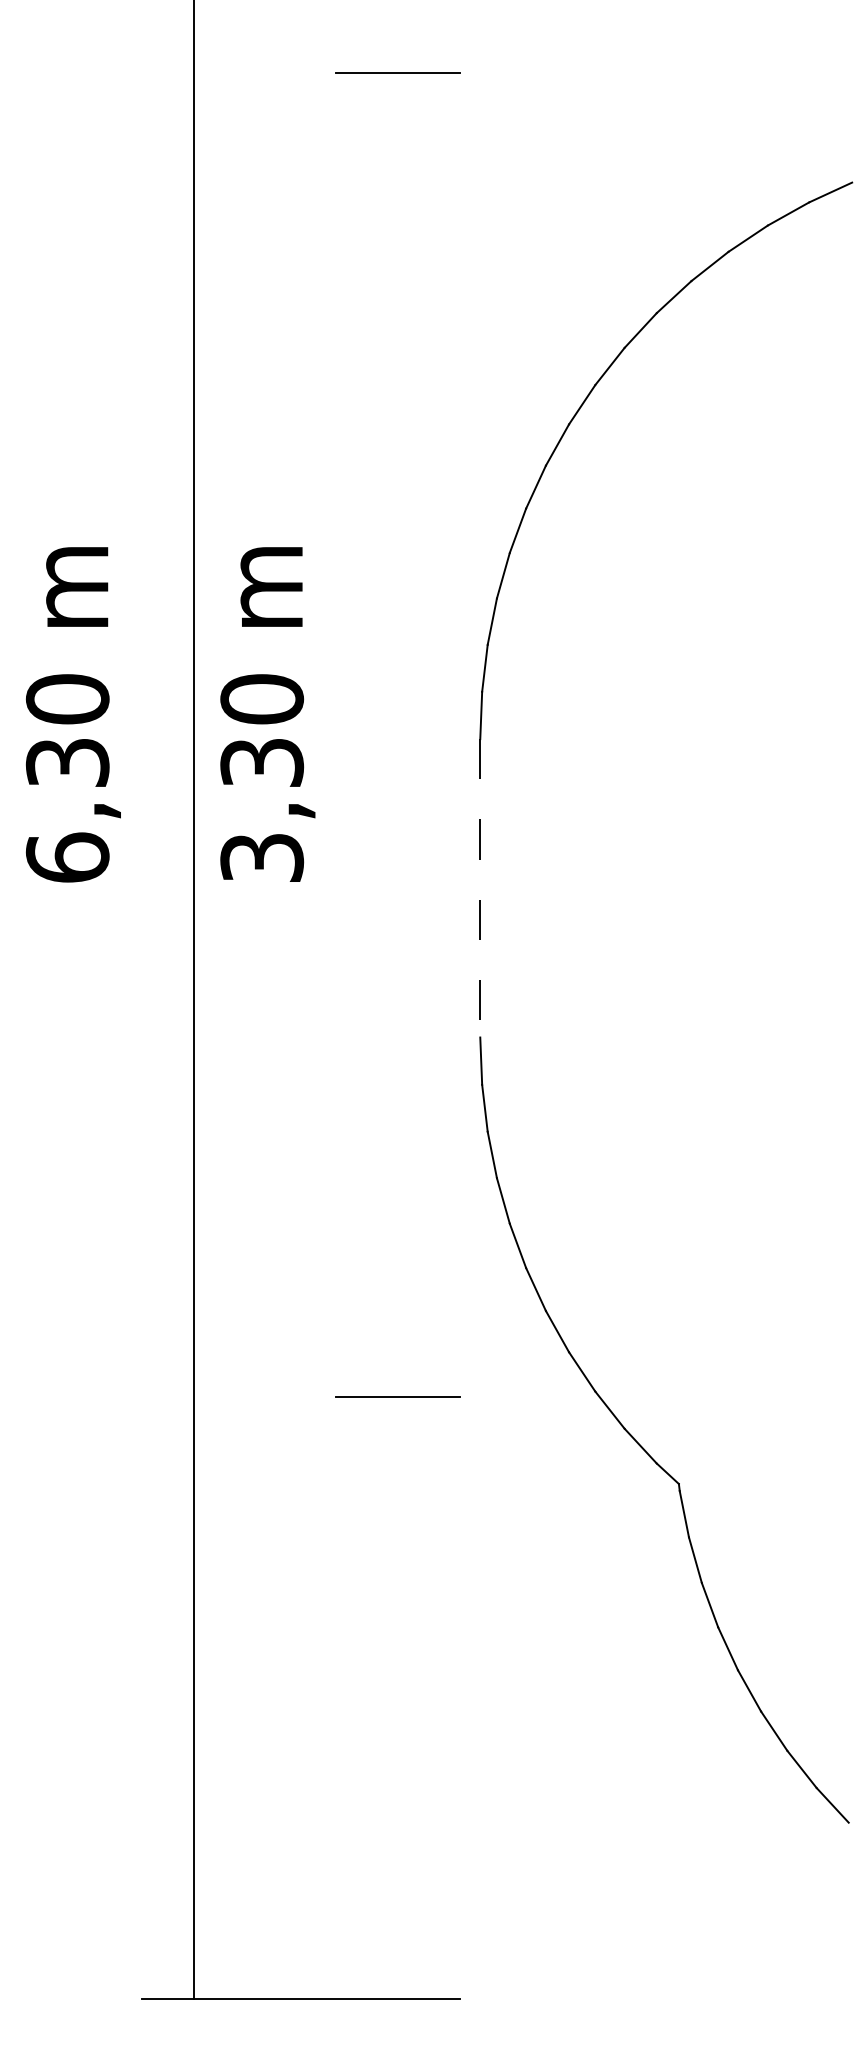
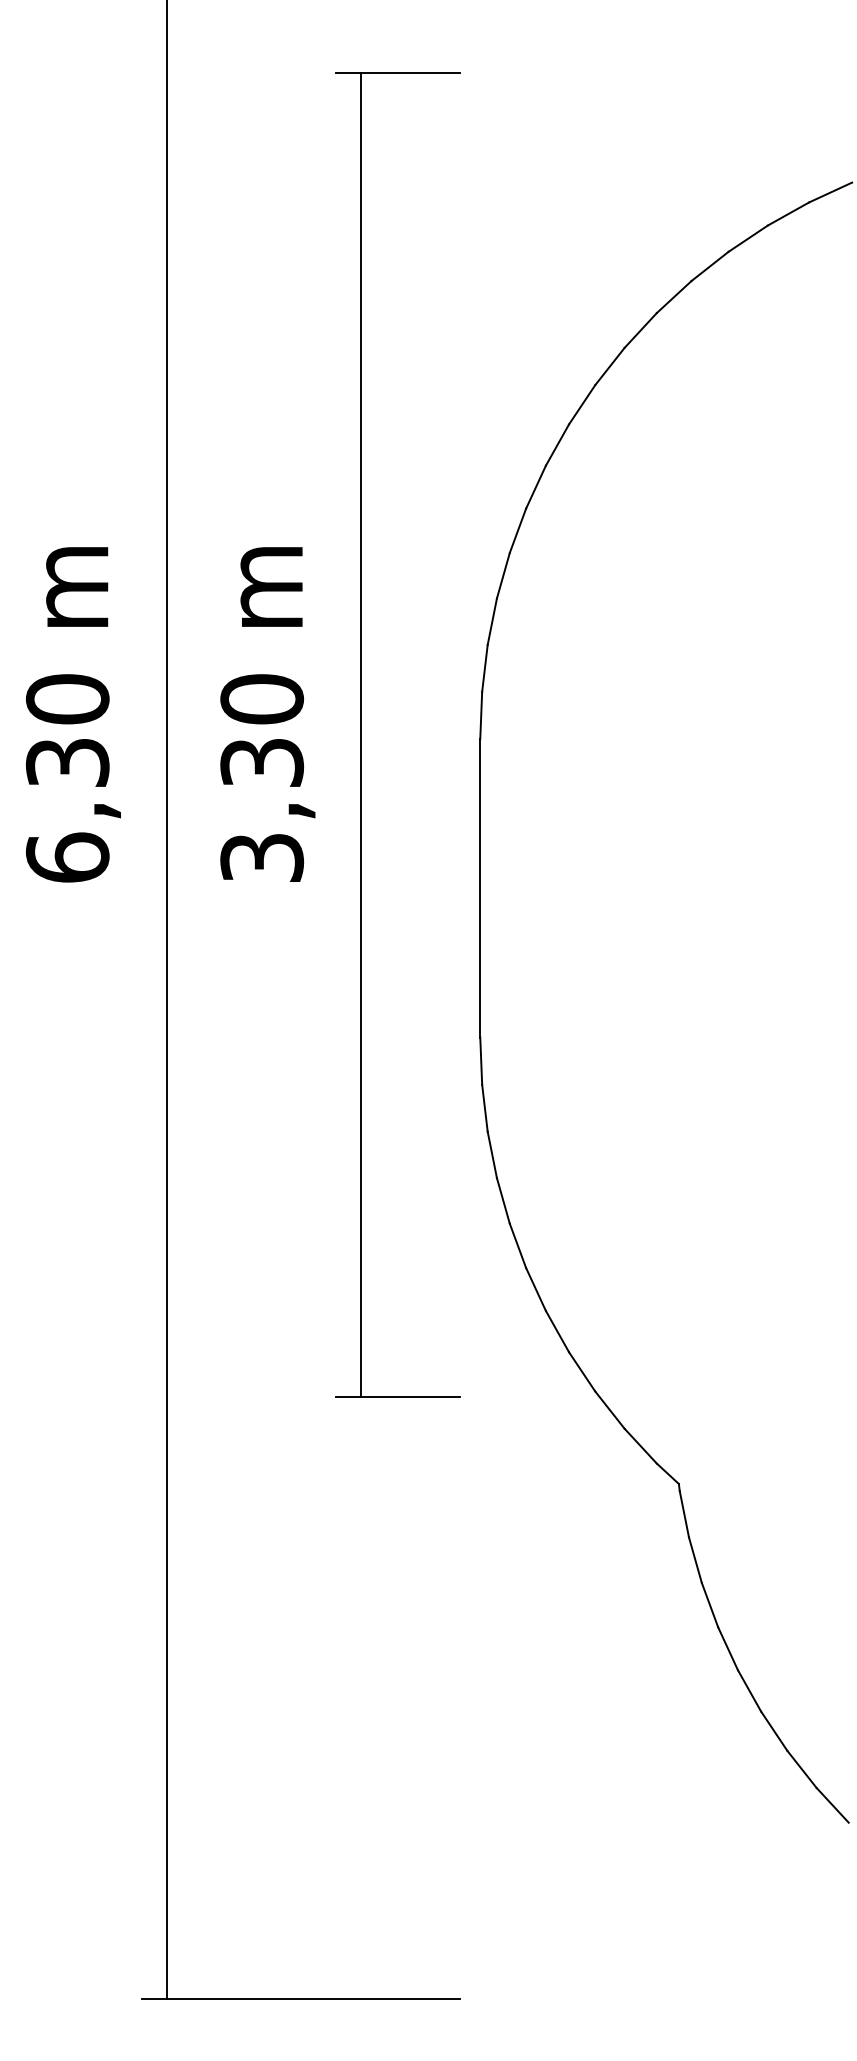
line at (361, 734): none -> present
line at (480, 888): dashed -> solid
line at (193, 1000) position: (193, 1000) -> (166, 1000)
